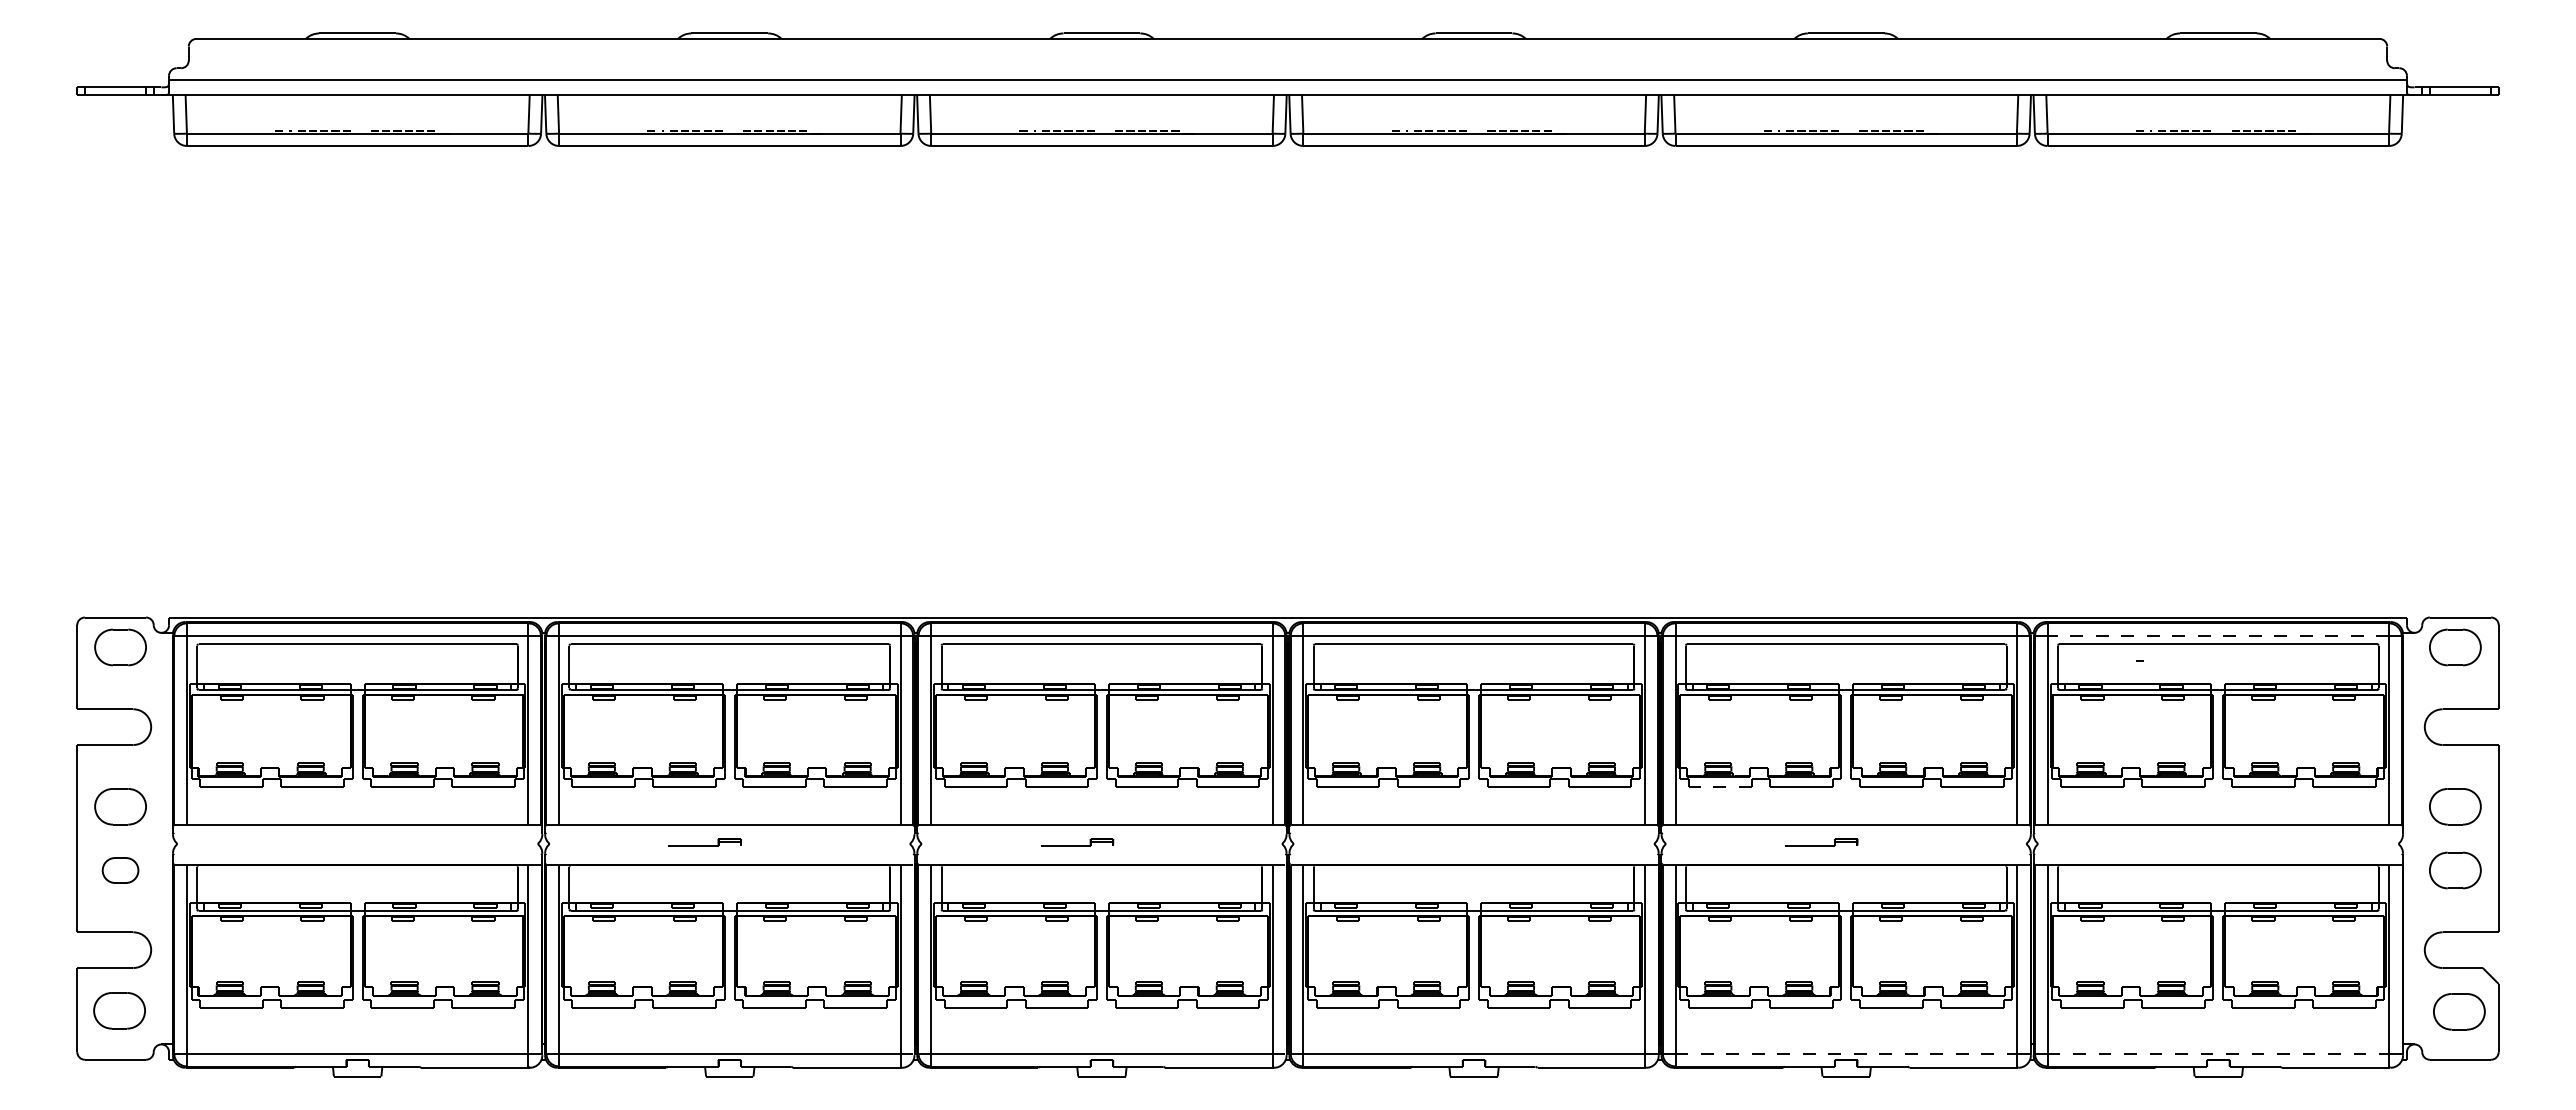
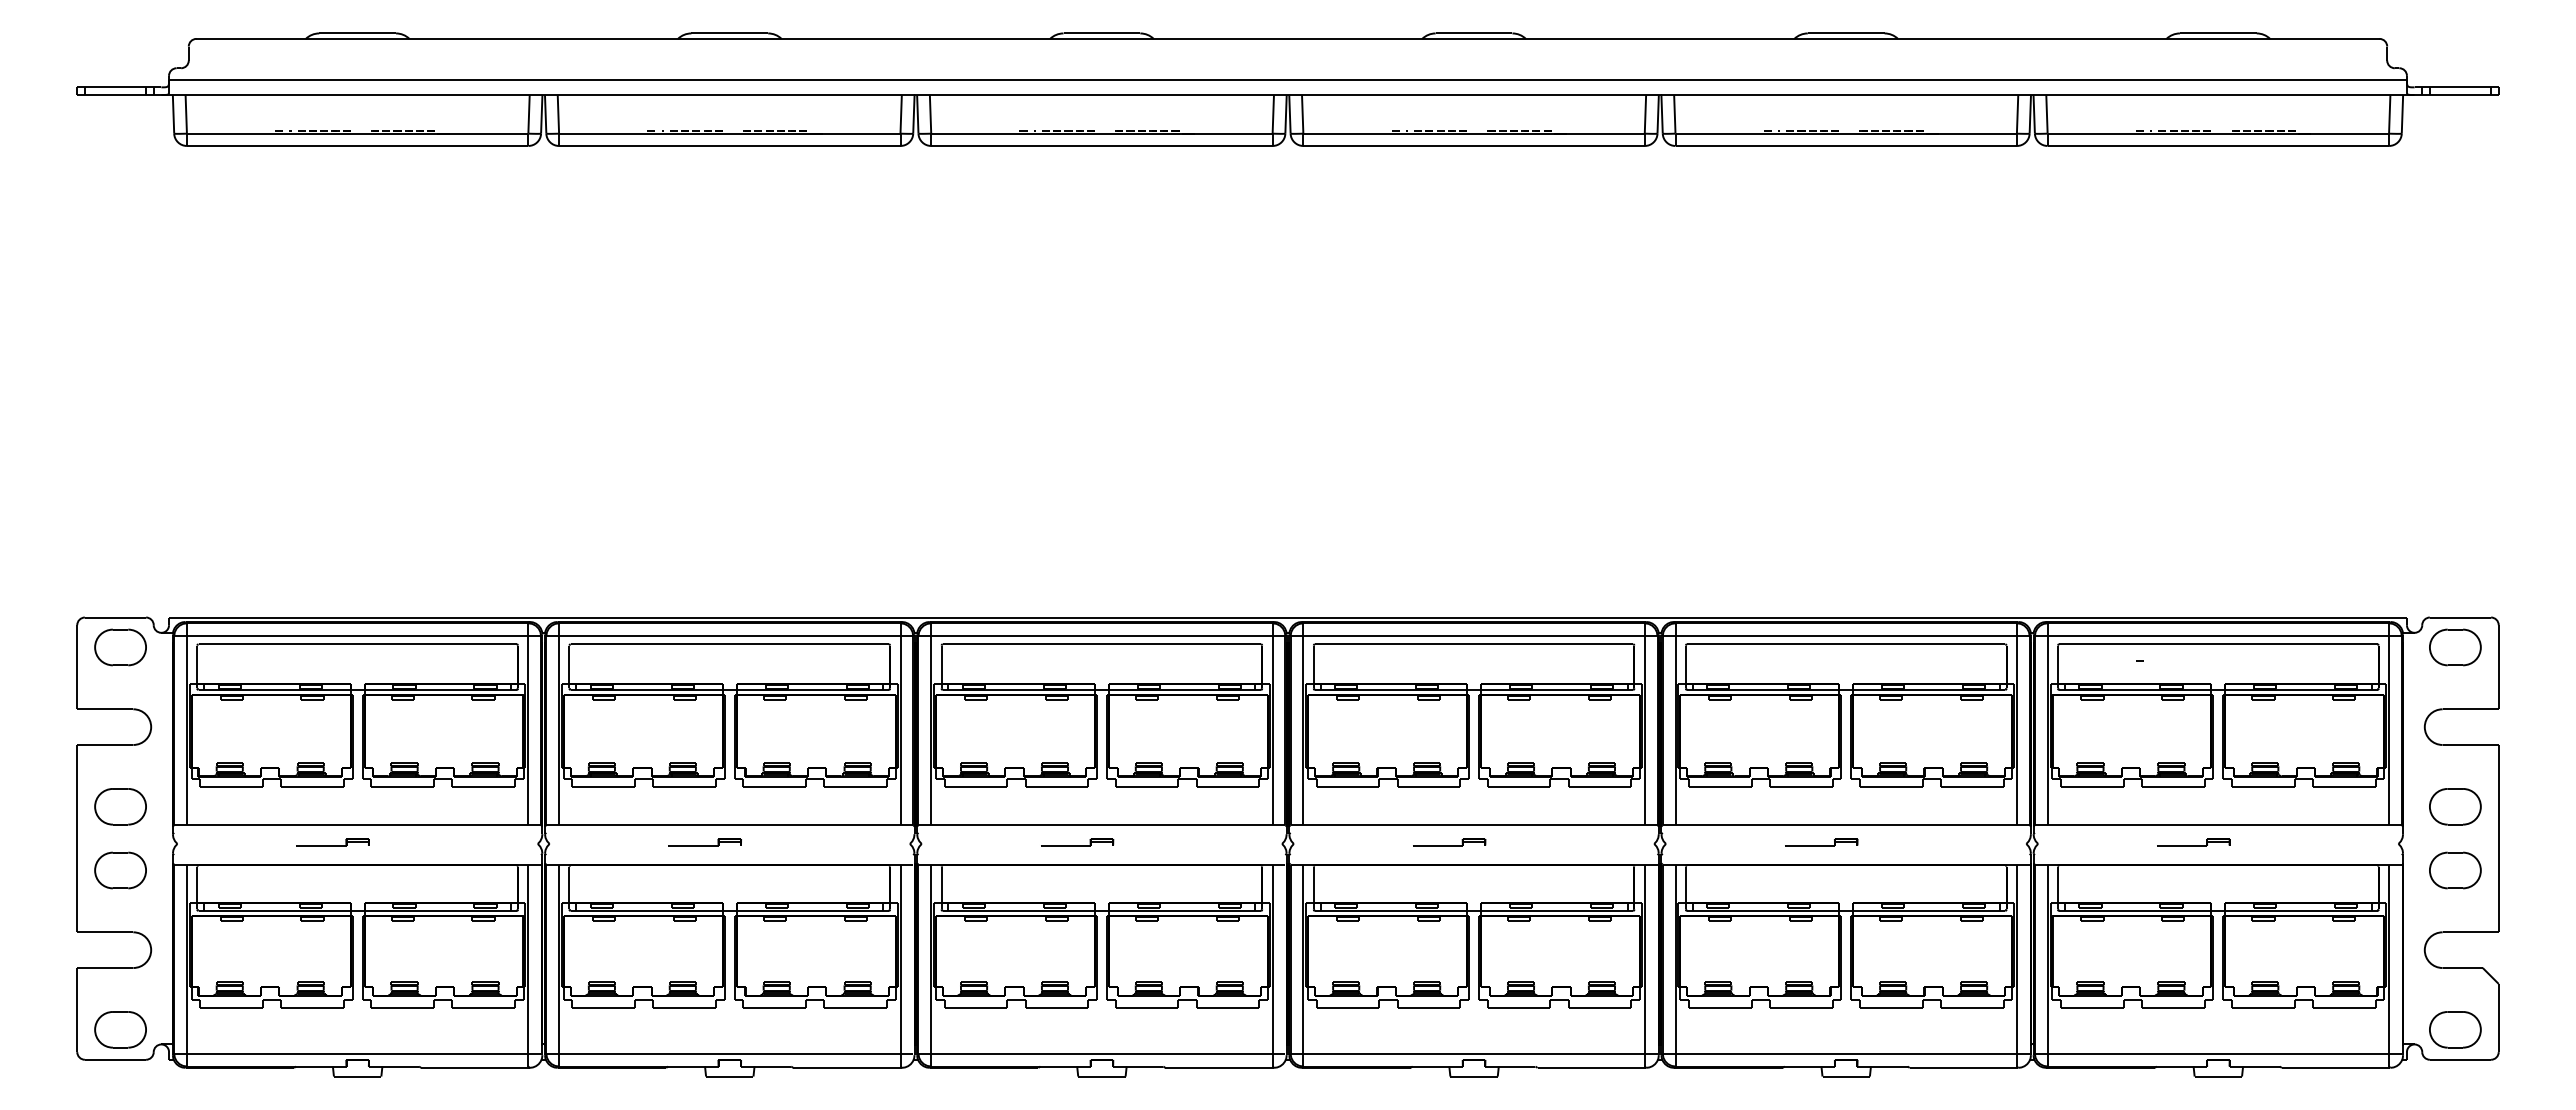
line at (2218, 636): dashed -> solid
line at (1719, 787): dashed -> solid
part at (332, 842): none -> present
part at (1449, 842): none -> present
part at (2193, 842): none -> present
part at (120, 870) size: 39x27 px -> 53x39 px
part at (119, 1010) position: (119, 1010) -> (120, 1029)
part at (2459, 1011) position: (2459, 1011) -> (2455, 1029)
line at (1846, 1053): dashed -> solid
line at (2218, 1053): dashed -> solid
